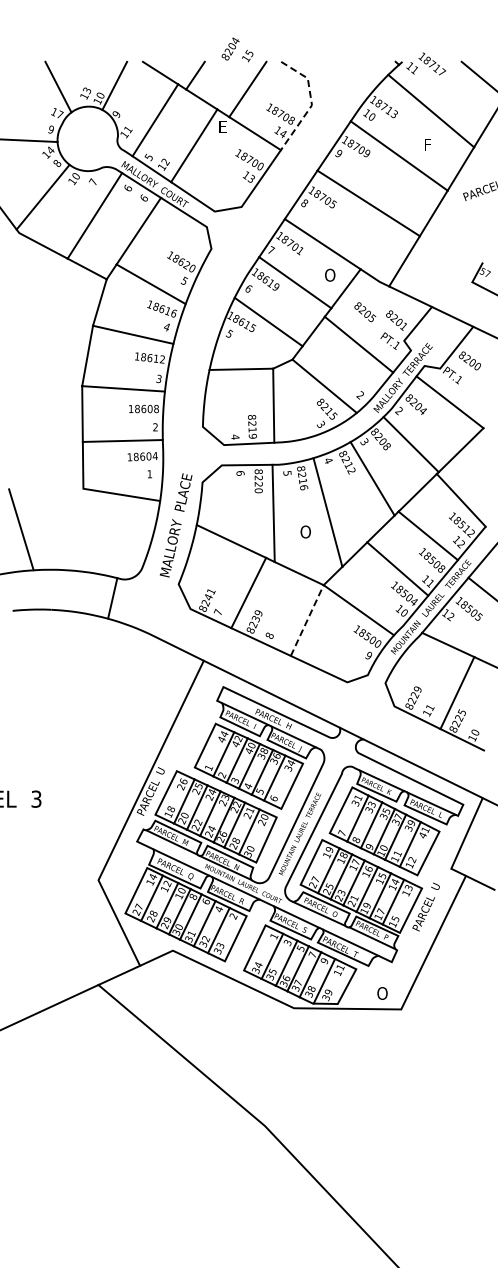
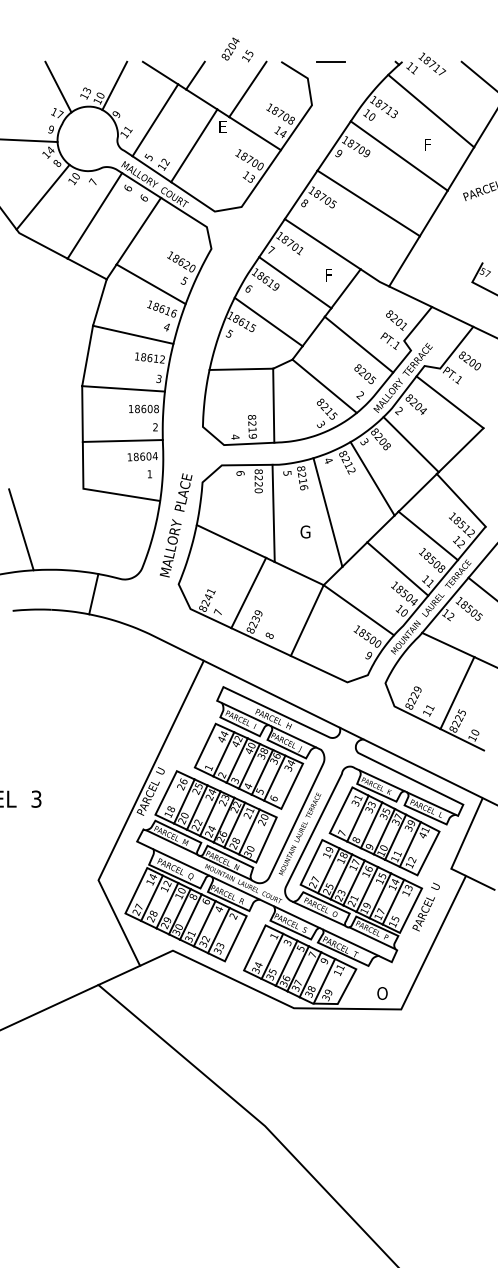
line at (330, 61): none -> present
line at (311, 103): dashed -> solid
text at (330, 274): O -> F
text at (365, 312) position: (365, 312) -> (365, 374)
text at (307, 531): O -> G
line at (112, 598) position: (112, 598) -> (93, 594)
line at (307, 620): dashed -> solid
